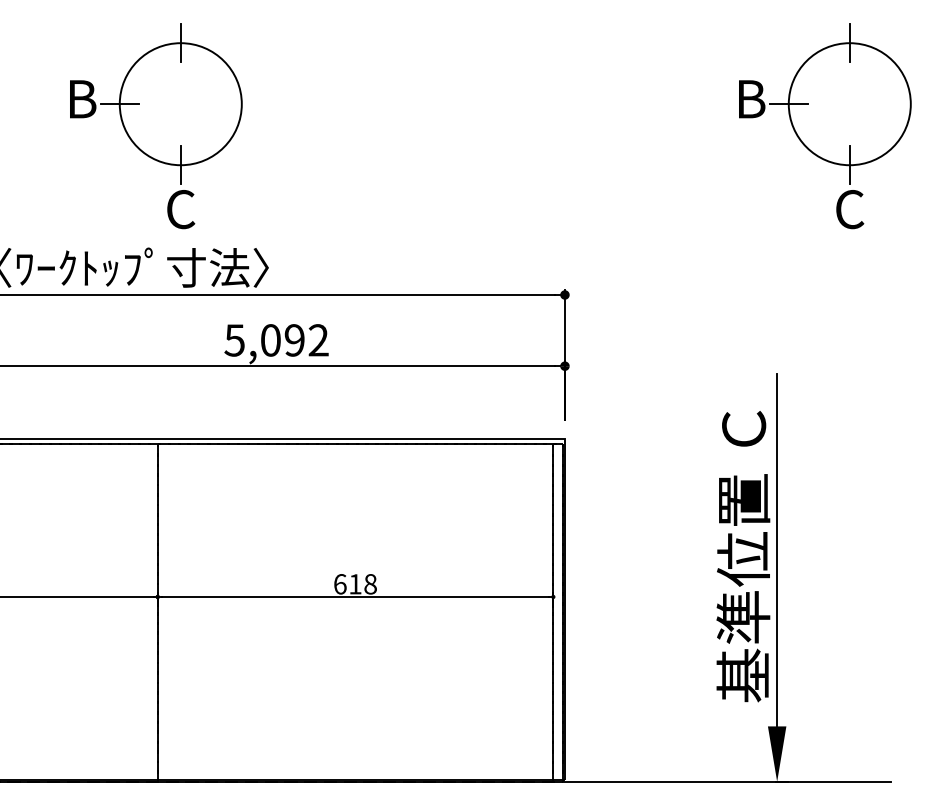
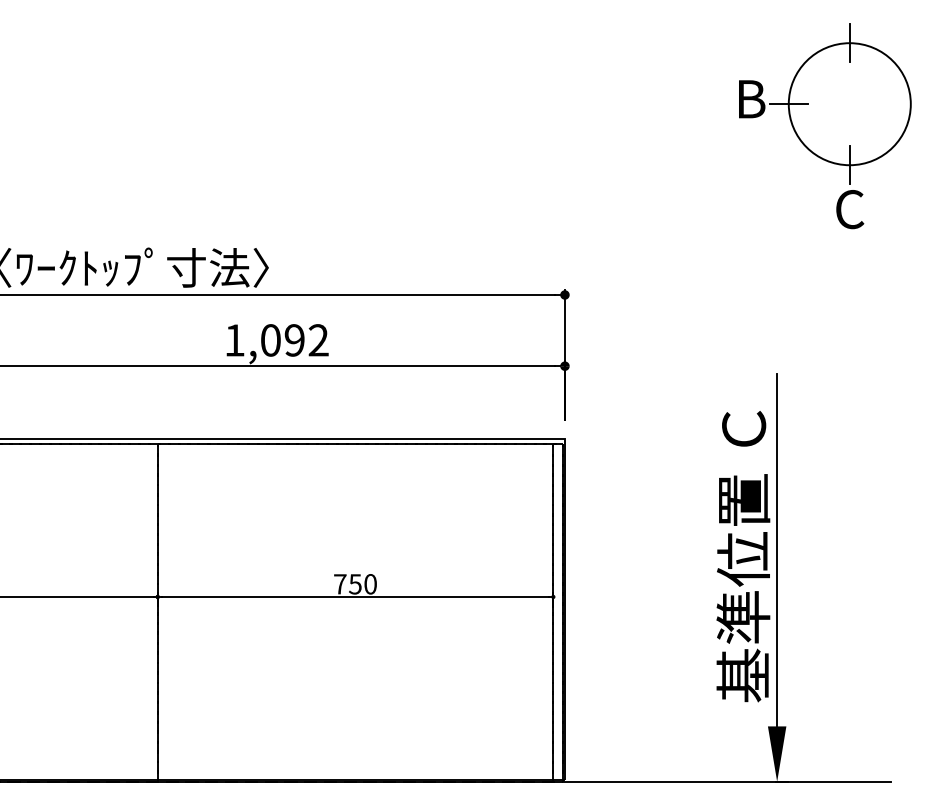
part at (156, 126): present -> none
text at (234, 340): 5,092 -> 1,092
text at (355, 584): 618 -> 750
